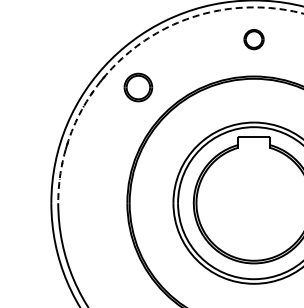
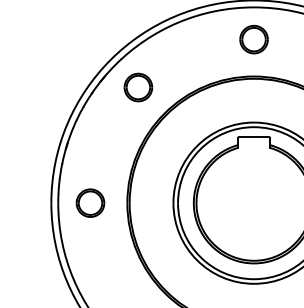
part at (253, 39) size: 22x22 px -> 30x31 px
arc at (133, 48): dashed -> solid
part at (90, 202): none -> present
